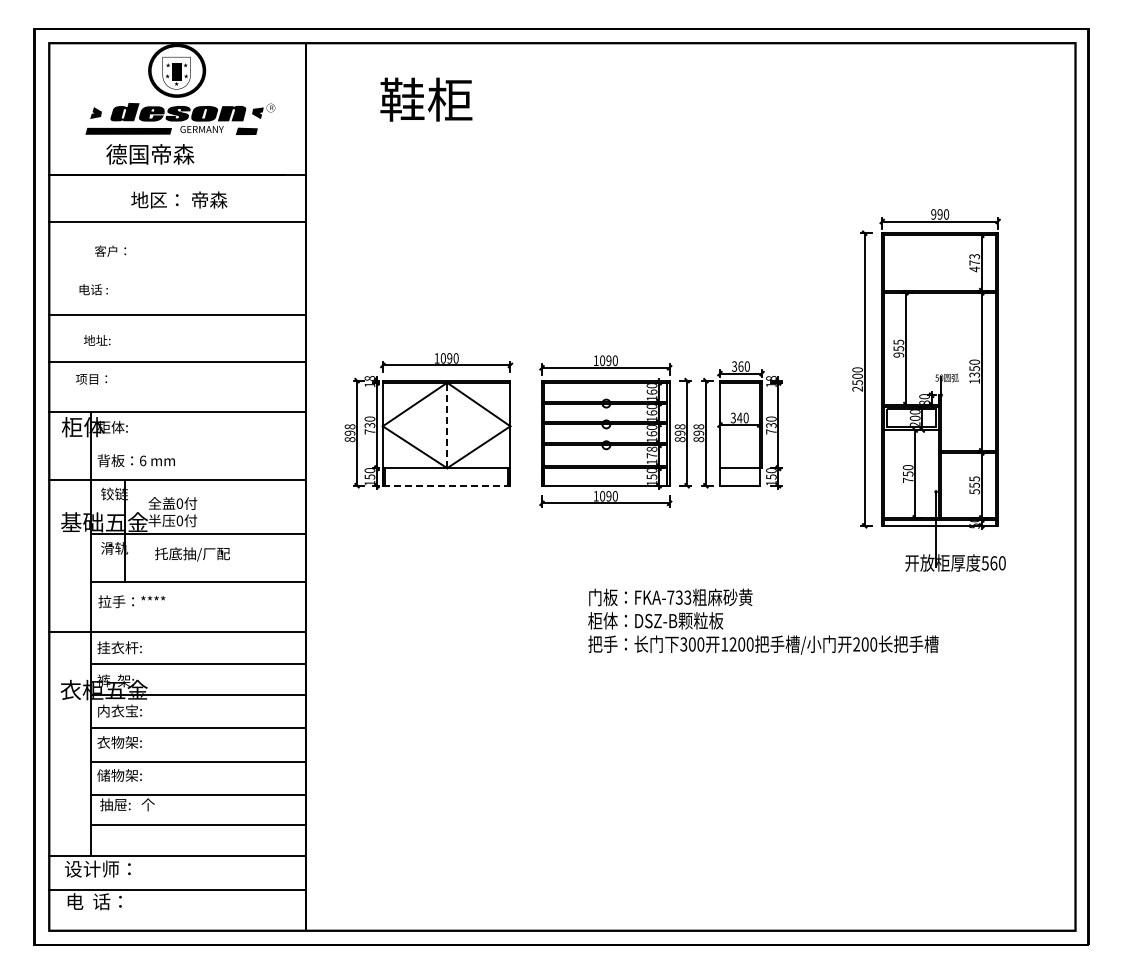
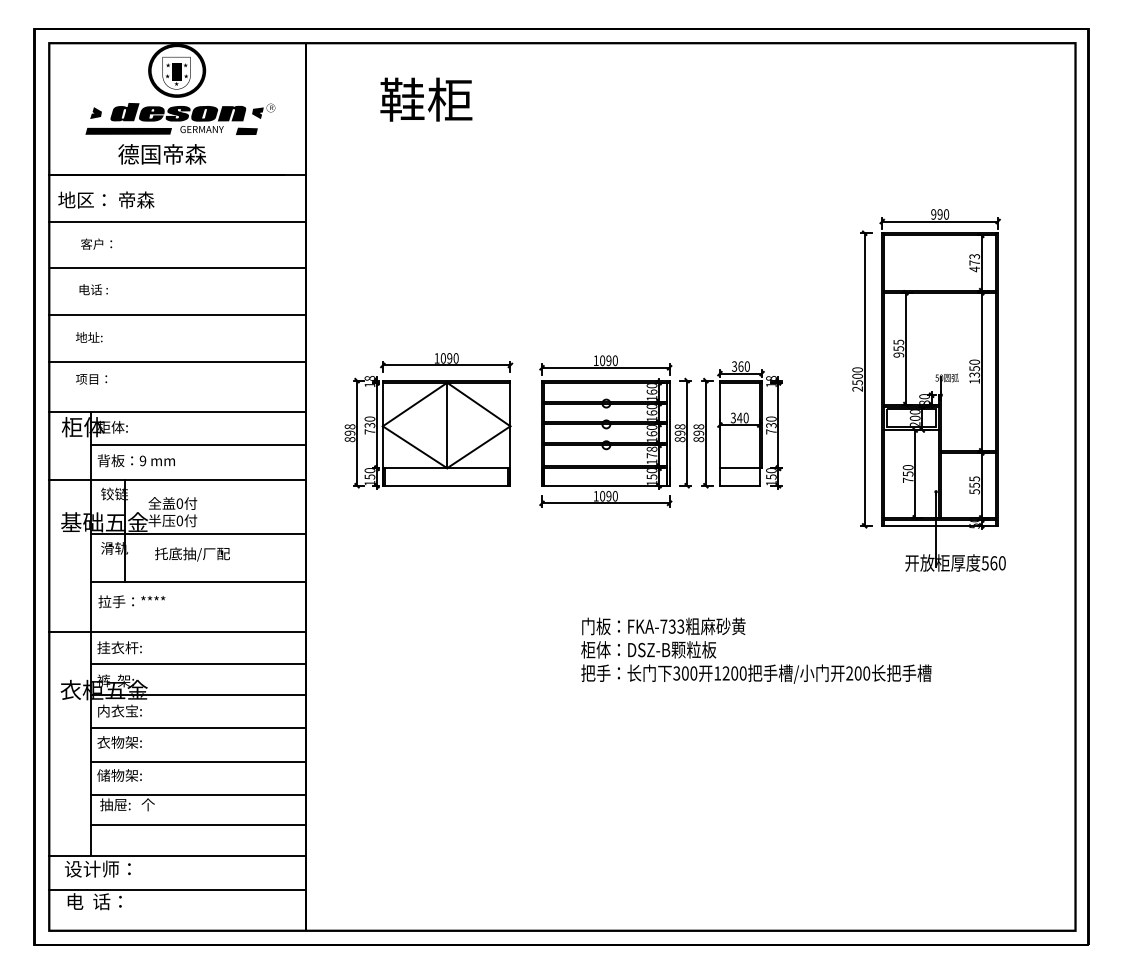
text at (150, 154) position: (150, 154) -> (162, 154)
text at (179, 199) position: (179, 199) -> (106, 199)
text at (110, 250) position: (110, 250) -> (96, 243)
line at (177, 267): none -> present
text at (97, 339) position: (97, 339) -> (89, 336)
line at (447, 425): dashed -> solid
line at (198, 444): none -> present
text at (142, 460): 6 -> 9
line at (446, 485): dashed -> solid
text at (763, 621) position: (763, 621) -> (756, 650)
